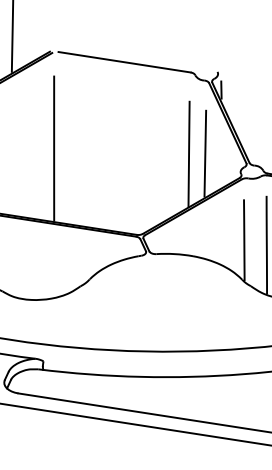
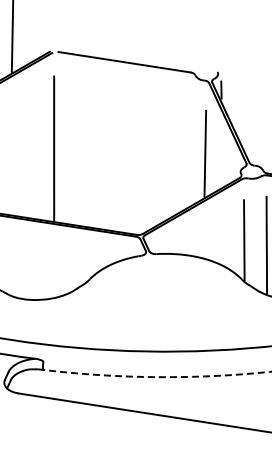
line at (188, 153): present -> none
arc at (155, 377): solid -> dashed
line at (135, 424): present -> none
